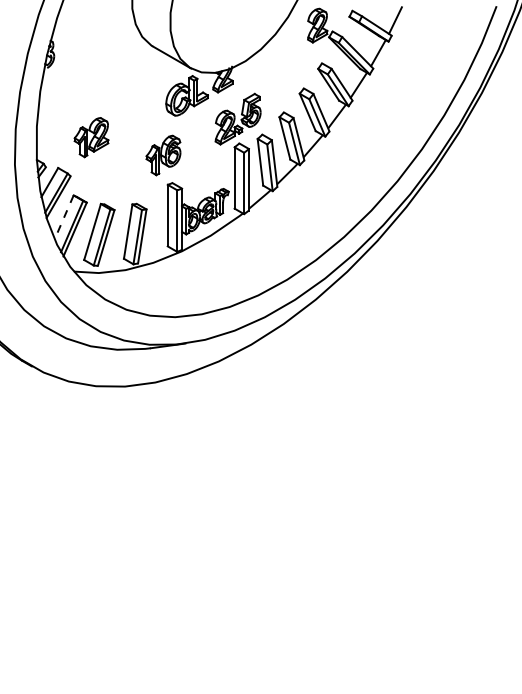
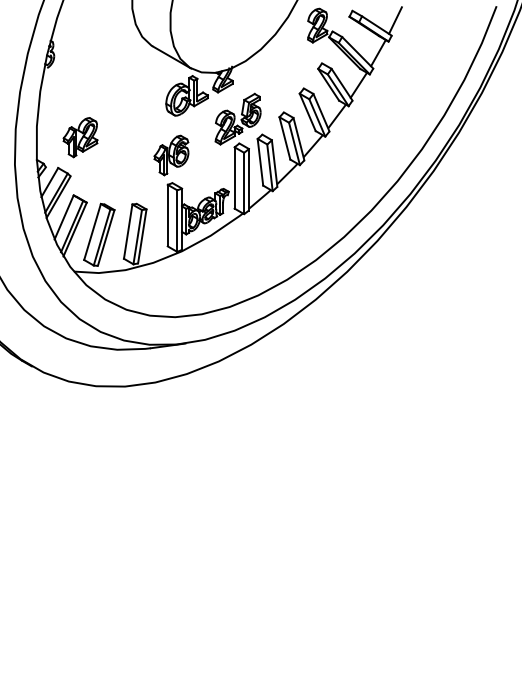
part at (91, 137) position: (91, 137) -> (80, 137)
part at (163, 155) position: (163, 155) -> (171, 155)
line at (63, 217): dashed -> solid
